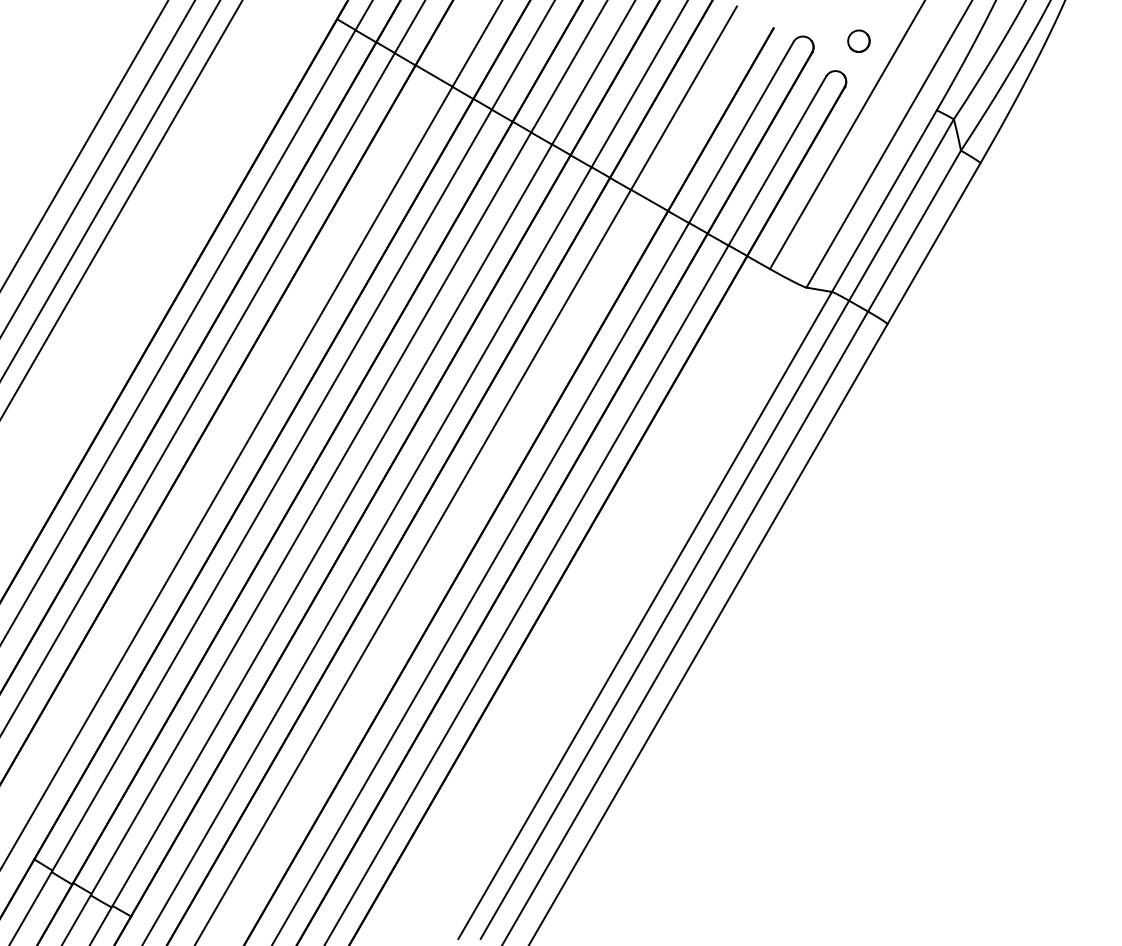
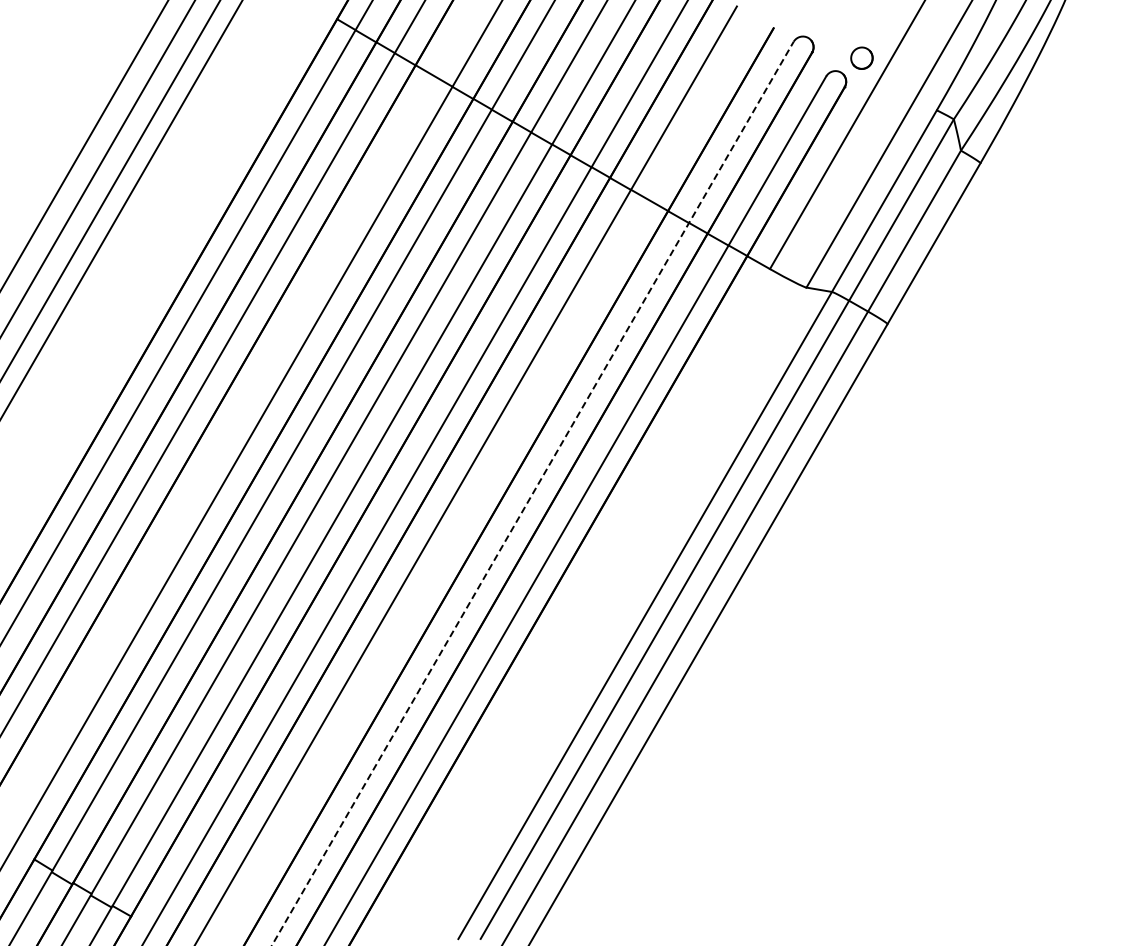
part at (858, 40) position: (858, 40) -> (861, 57)
line at (532, 493): solid -> dashed
